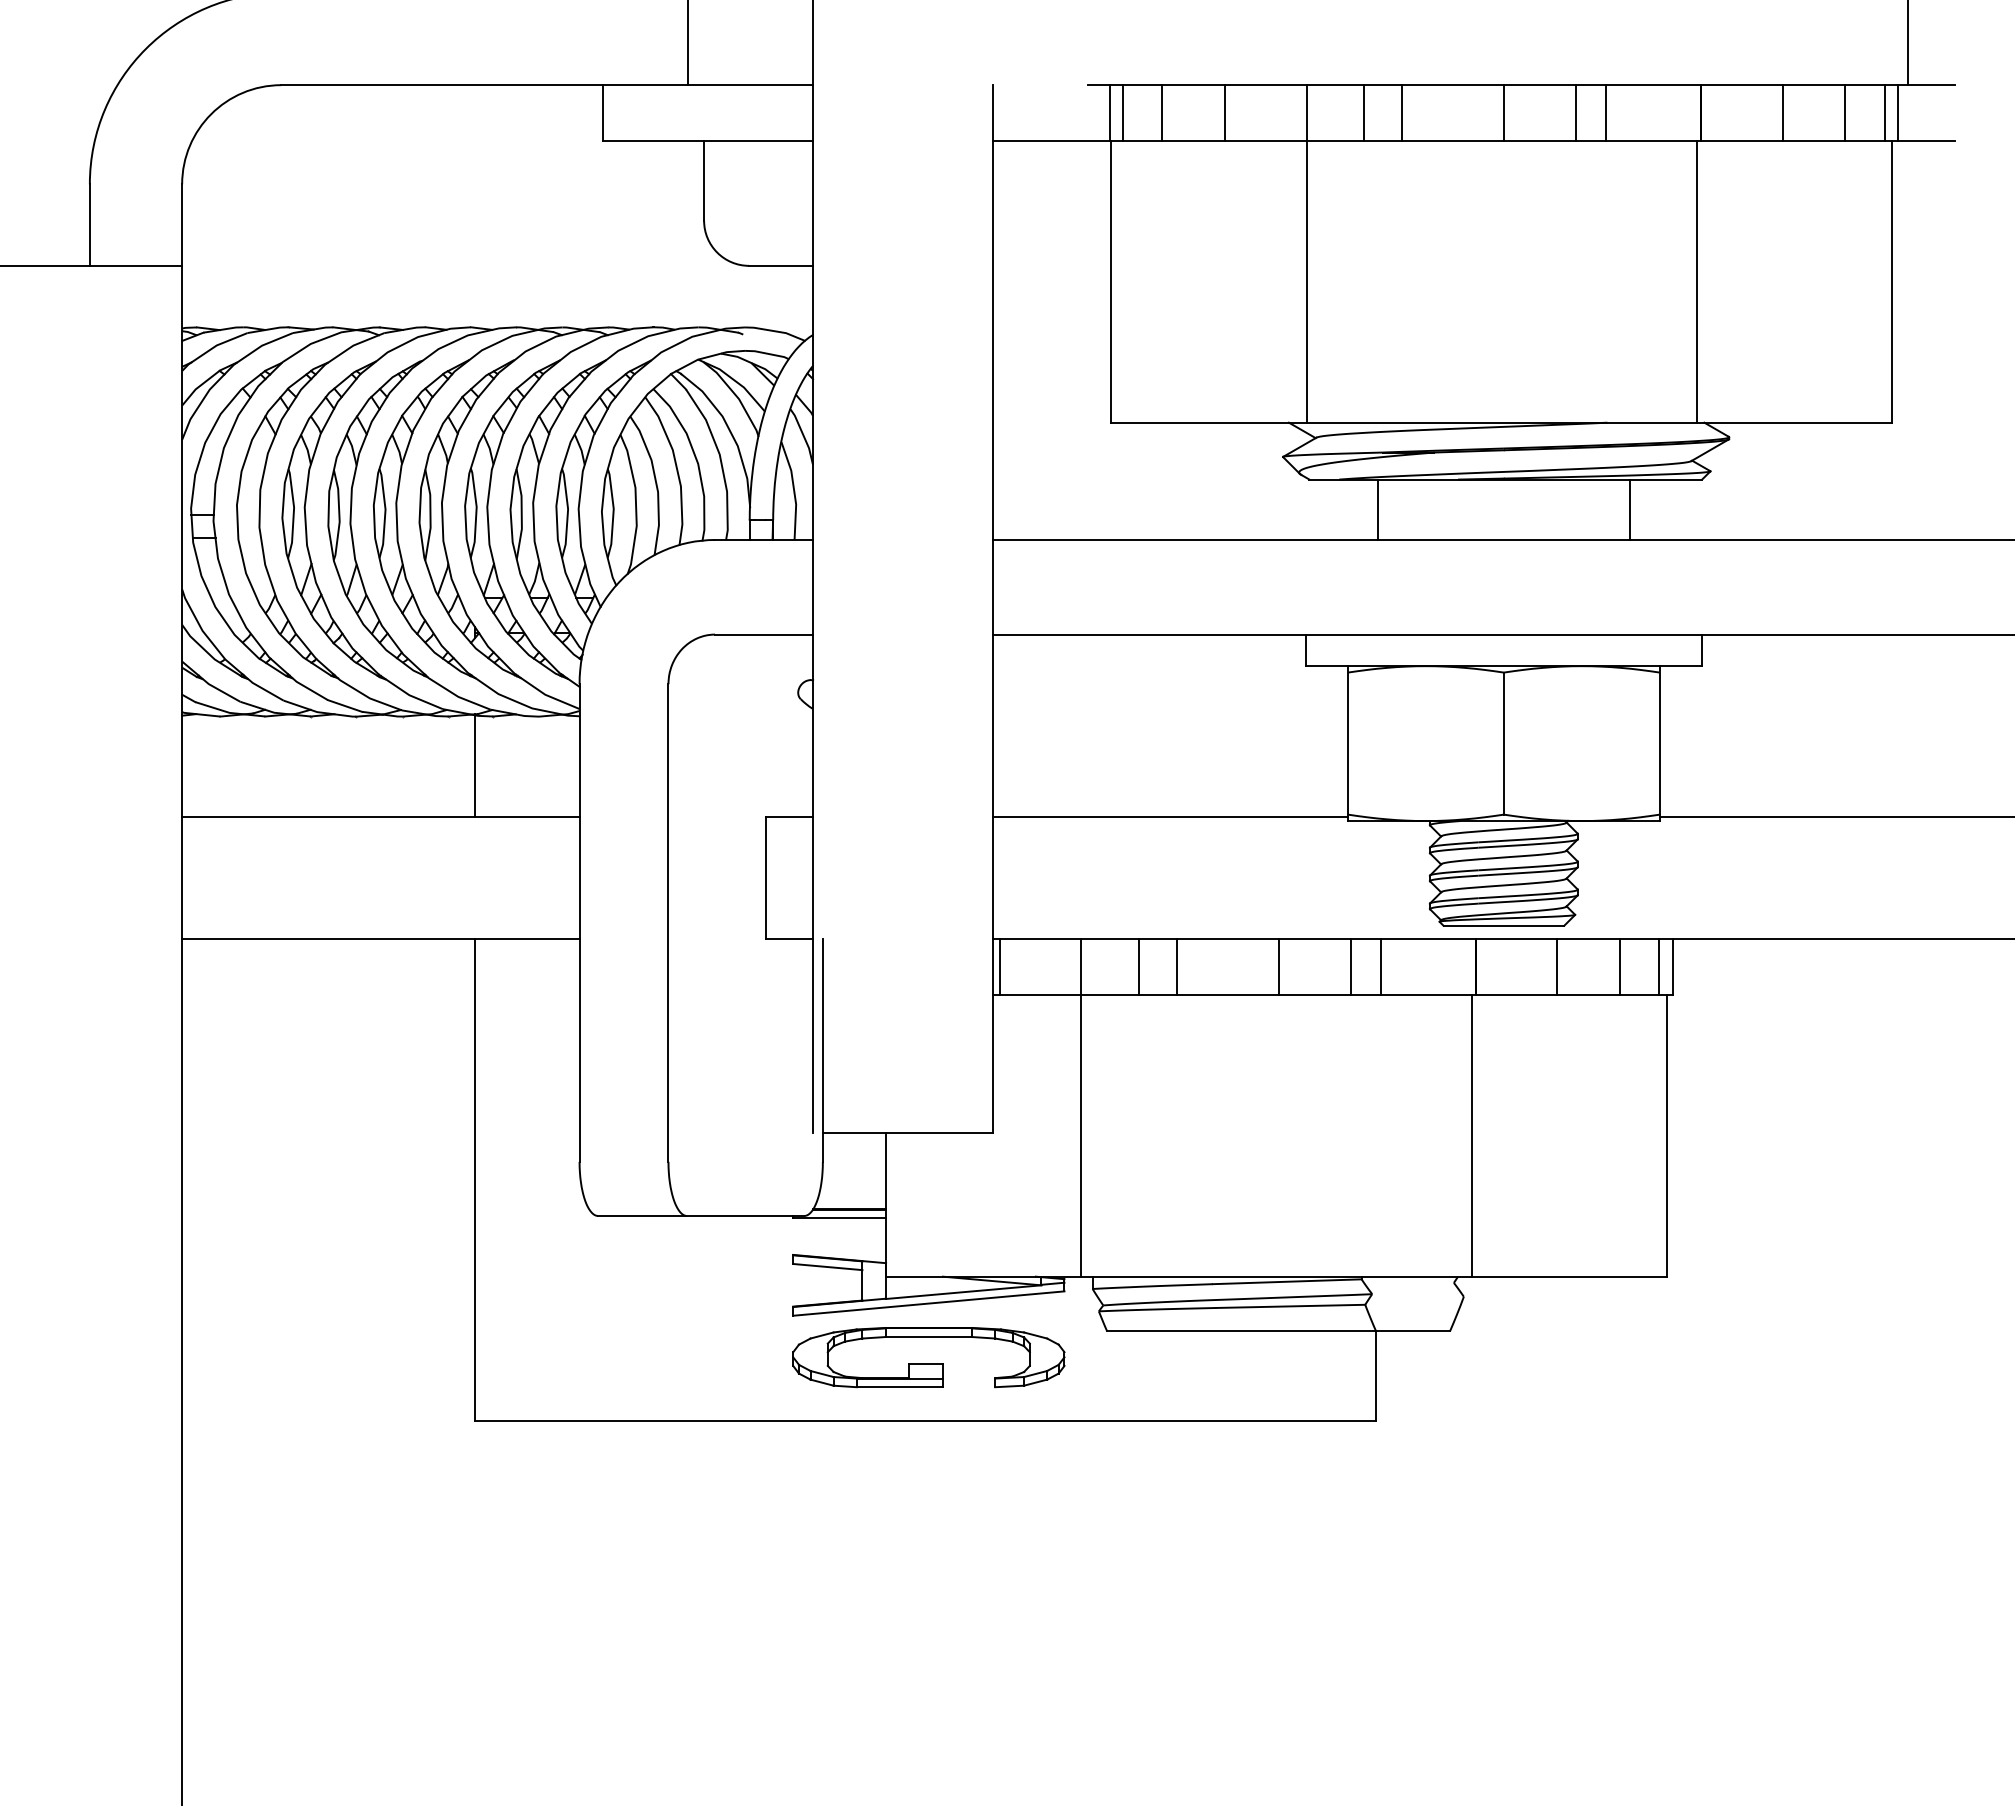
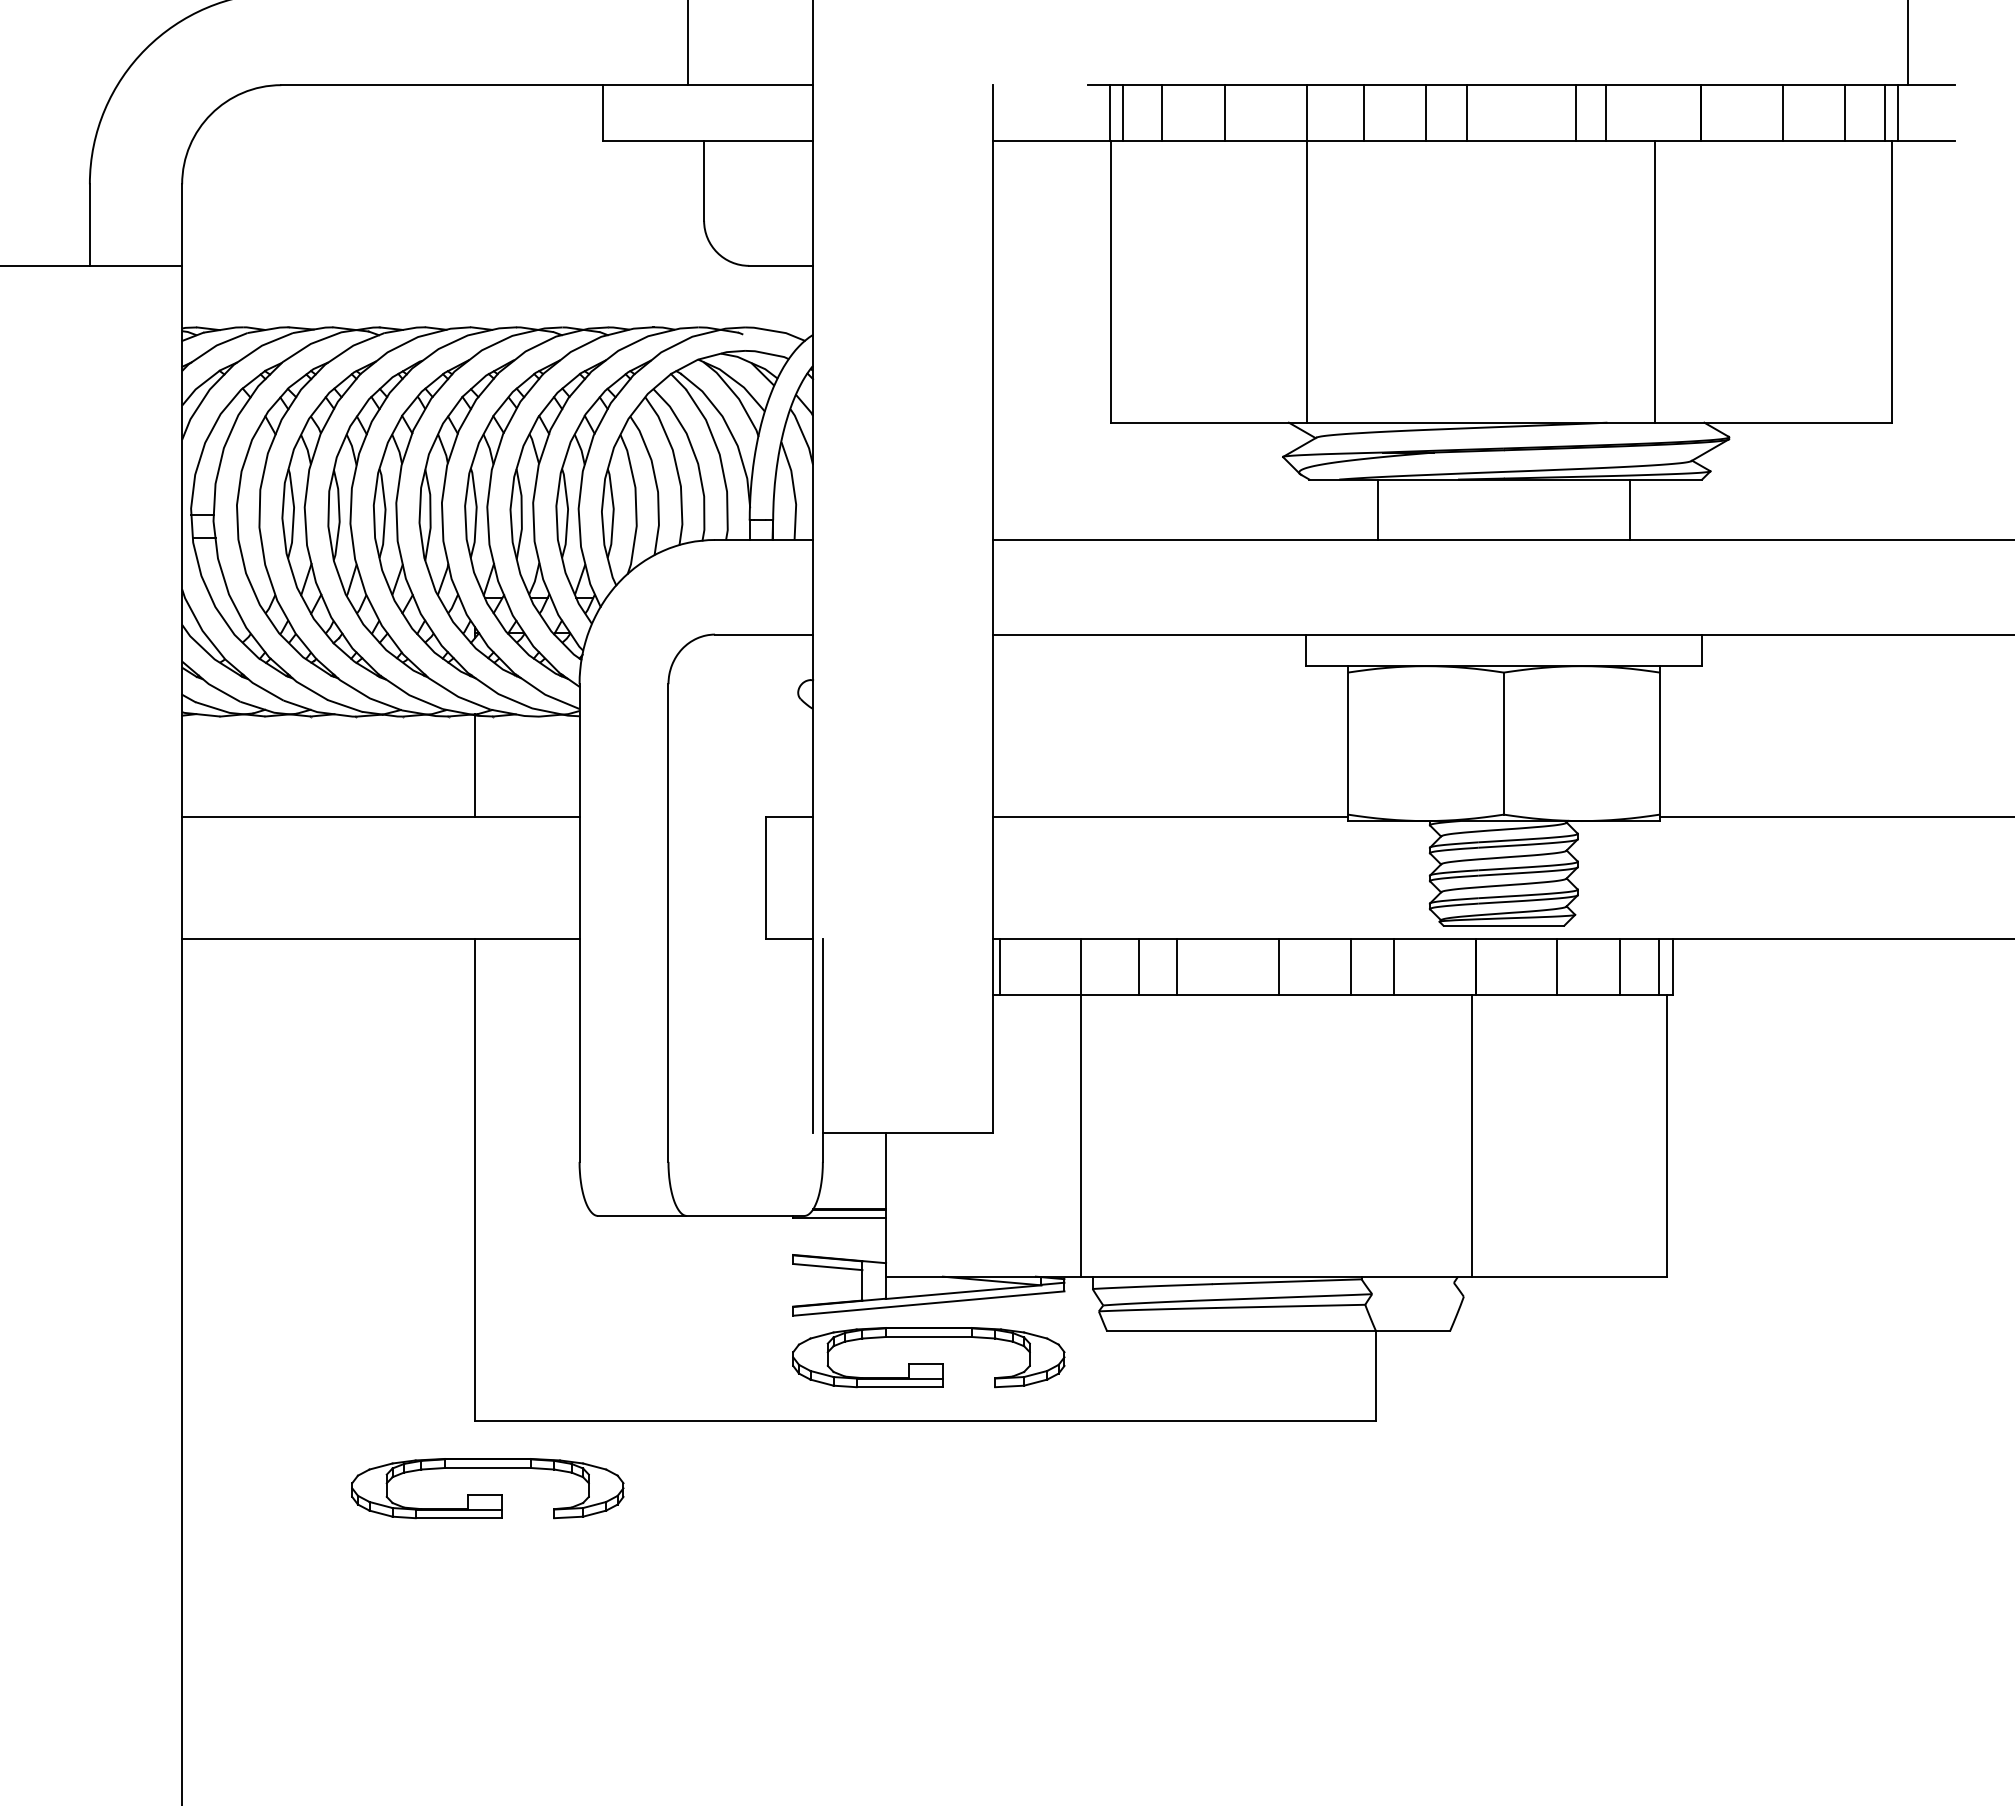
line at (1401, 113) position: (1401, 113) -> (1425, 113)
line at (1503, 113) position: (1503, 113) -> (1466, 113)
line at (1696, 281) position: (1696, 281) -> (1654, 281)
line at (1380, 967) position: (1380, 967) -> (1393, 967)
part at (487, 1488): none -> present
